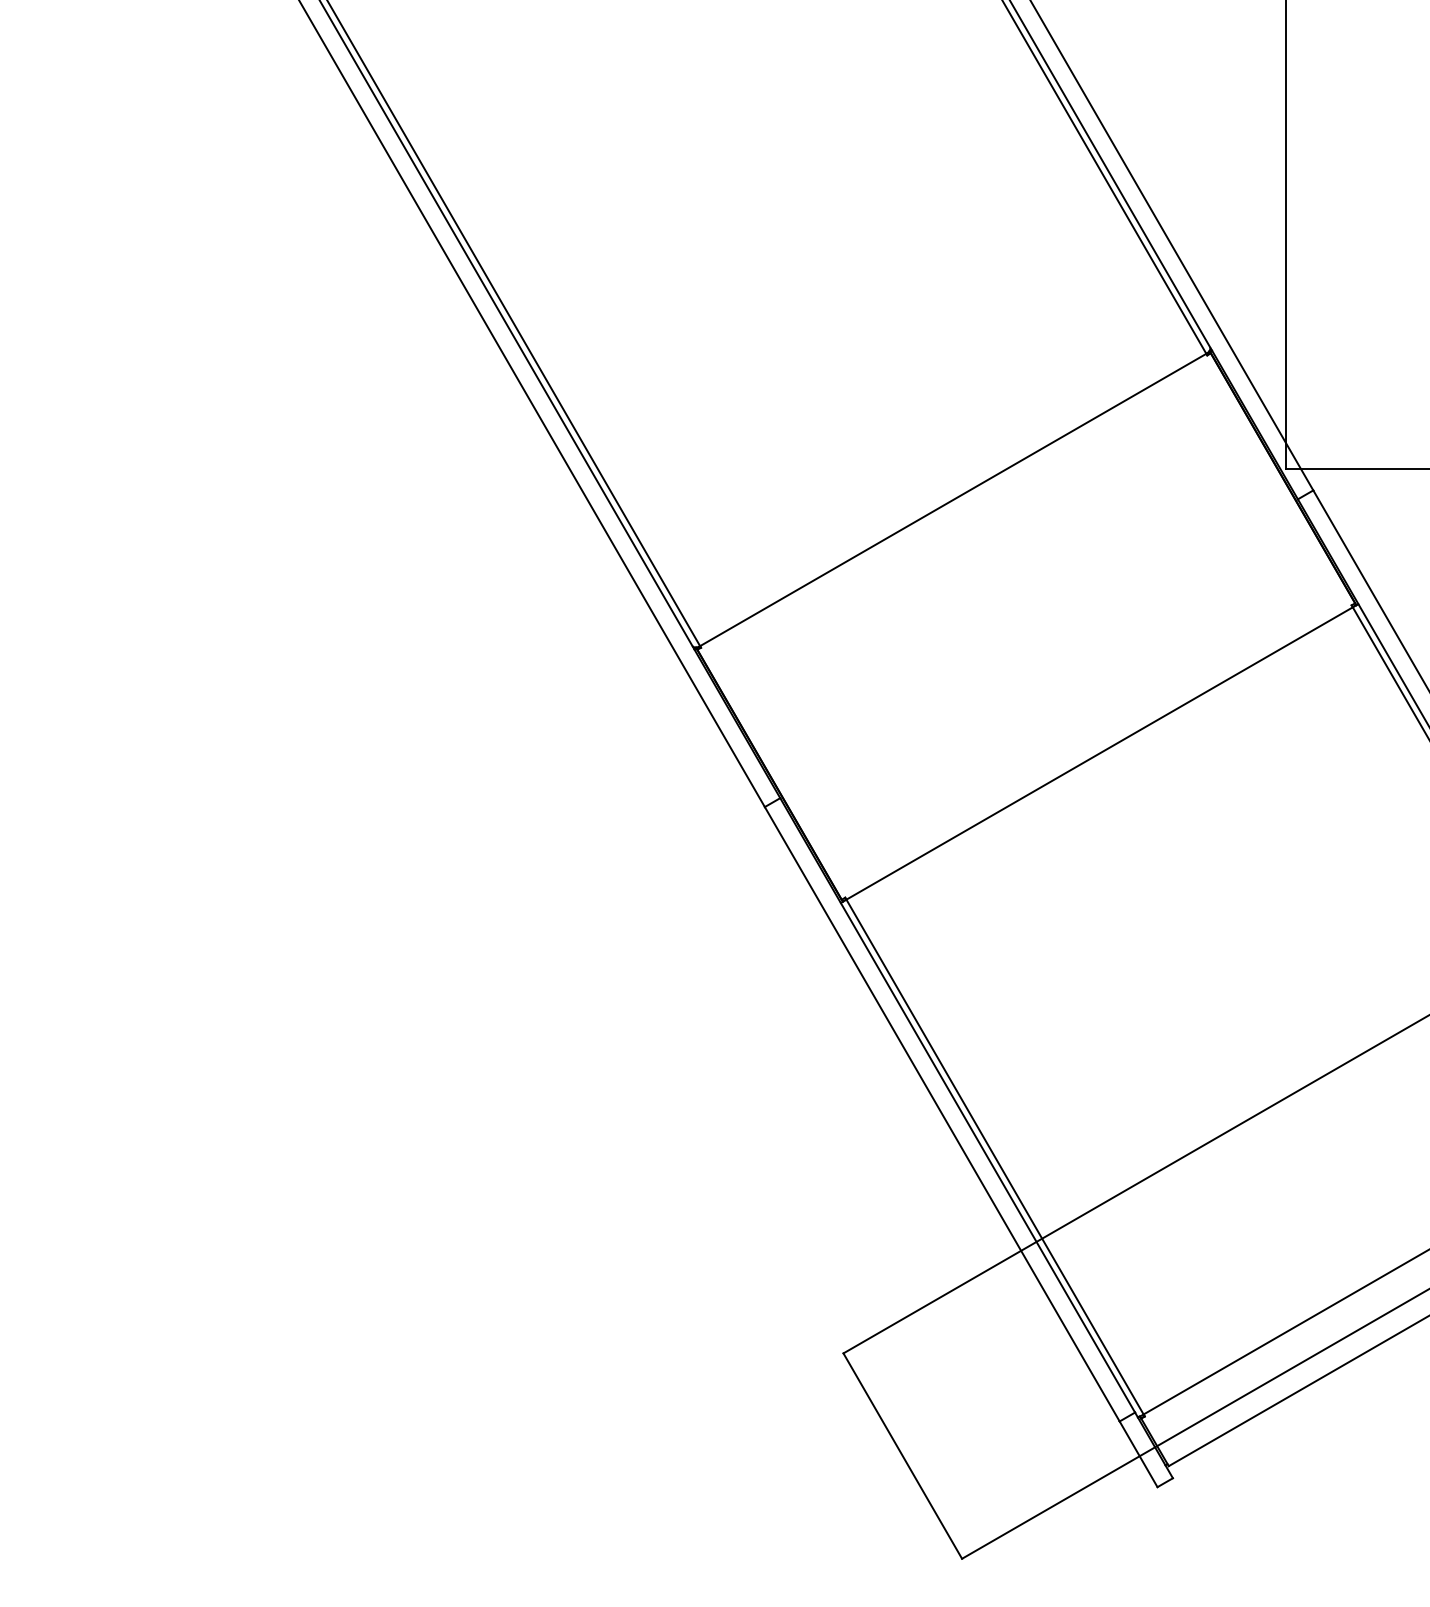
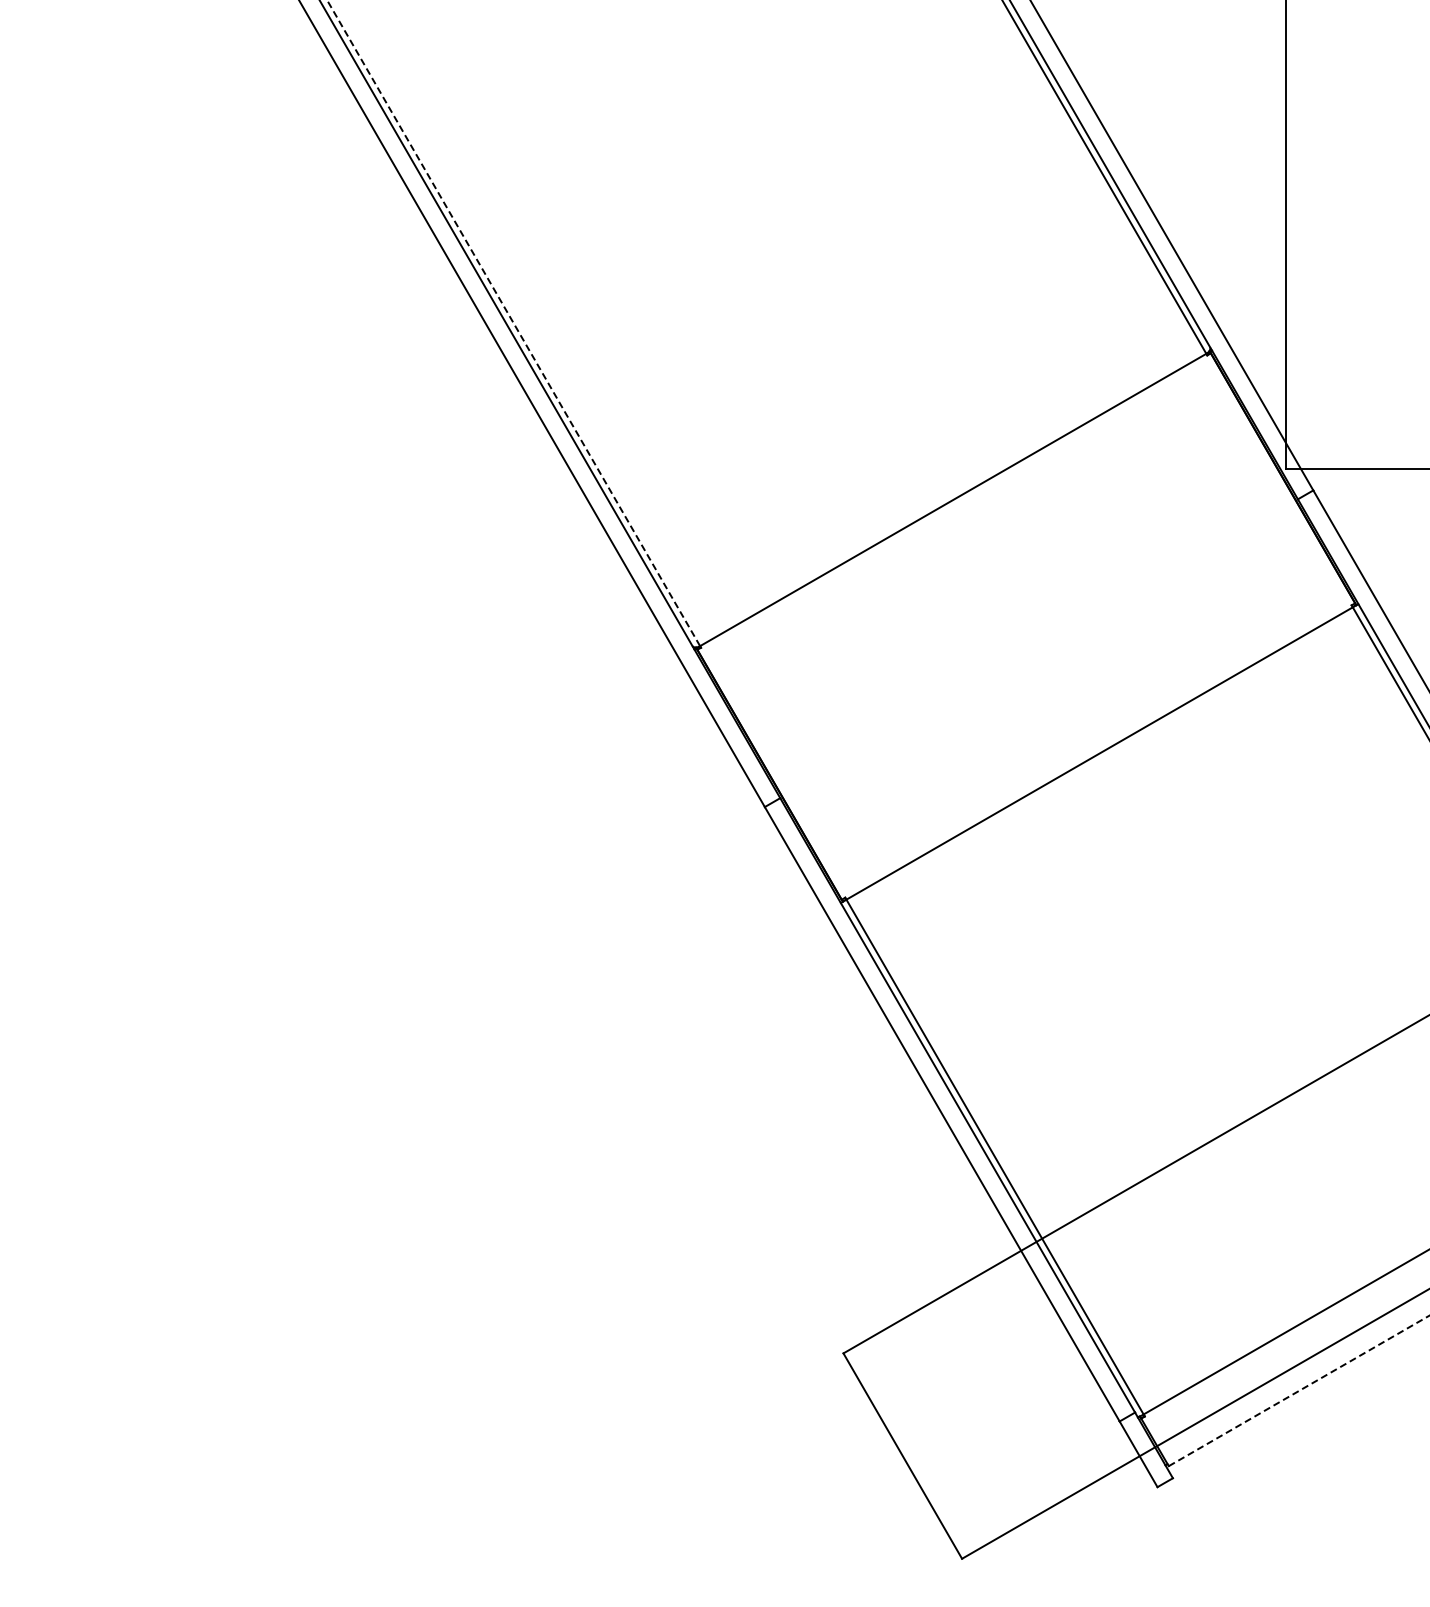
line at (513, 323): solid -> dashed
line at (1299, 1390): solid -> dashed
